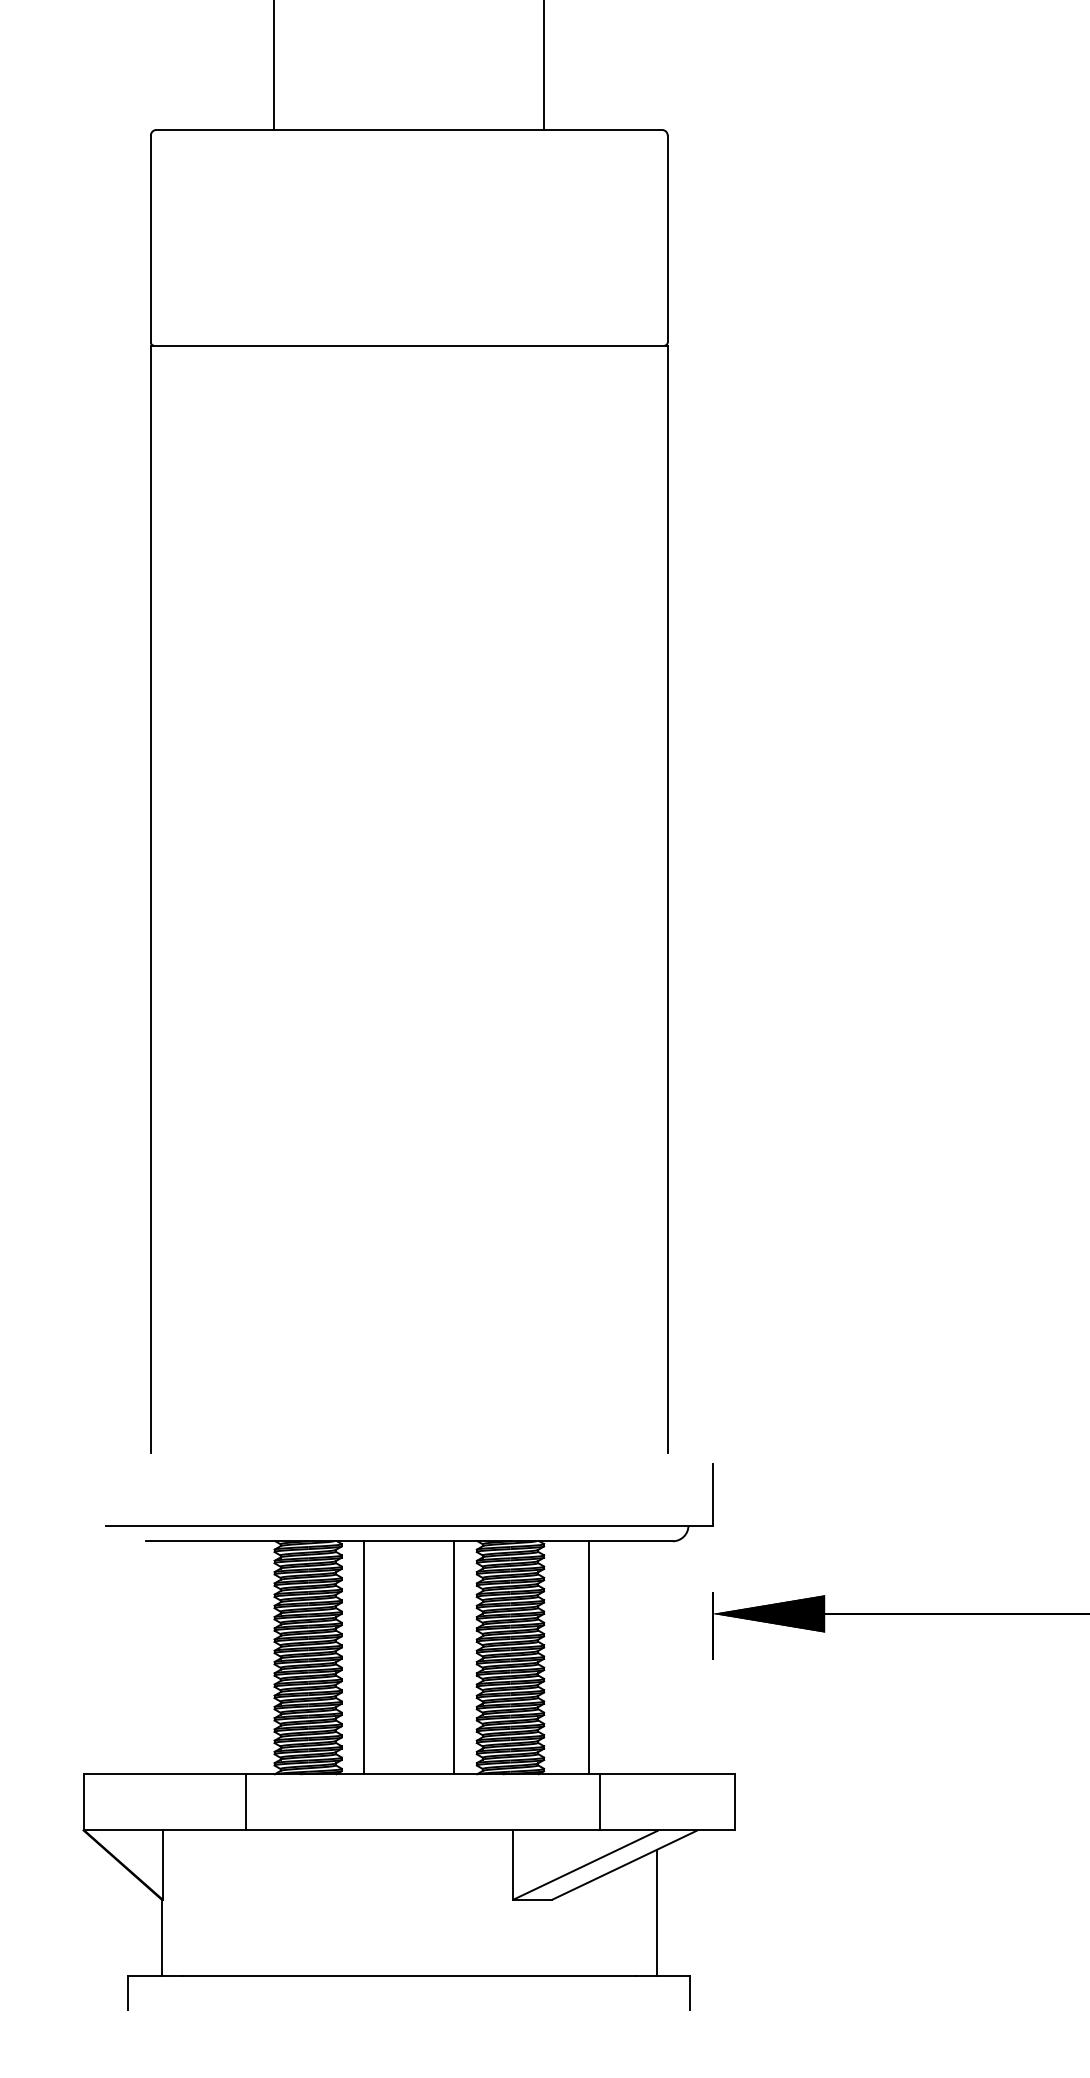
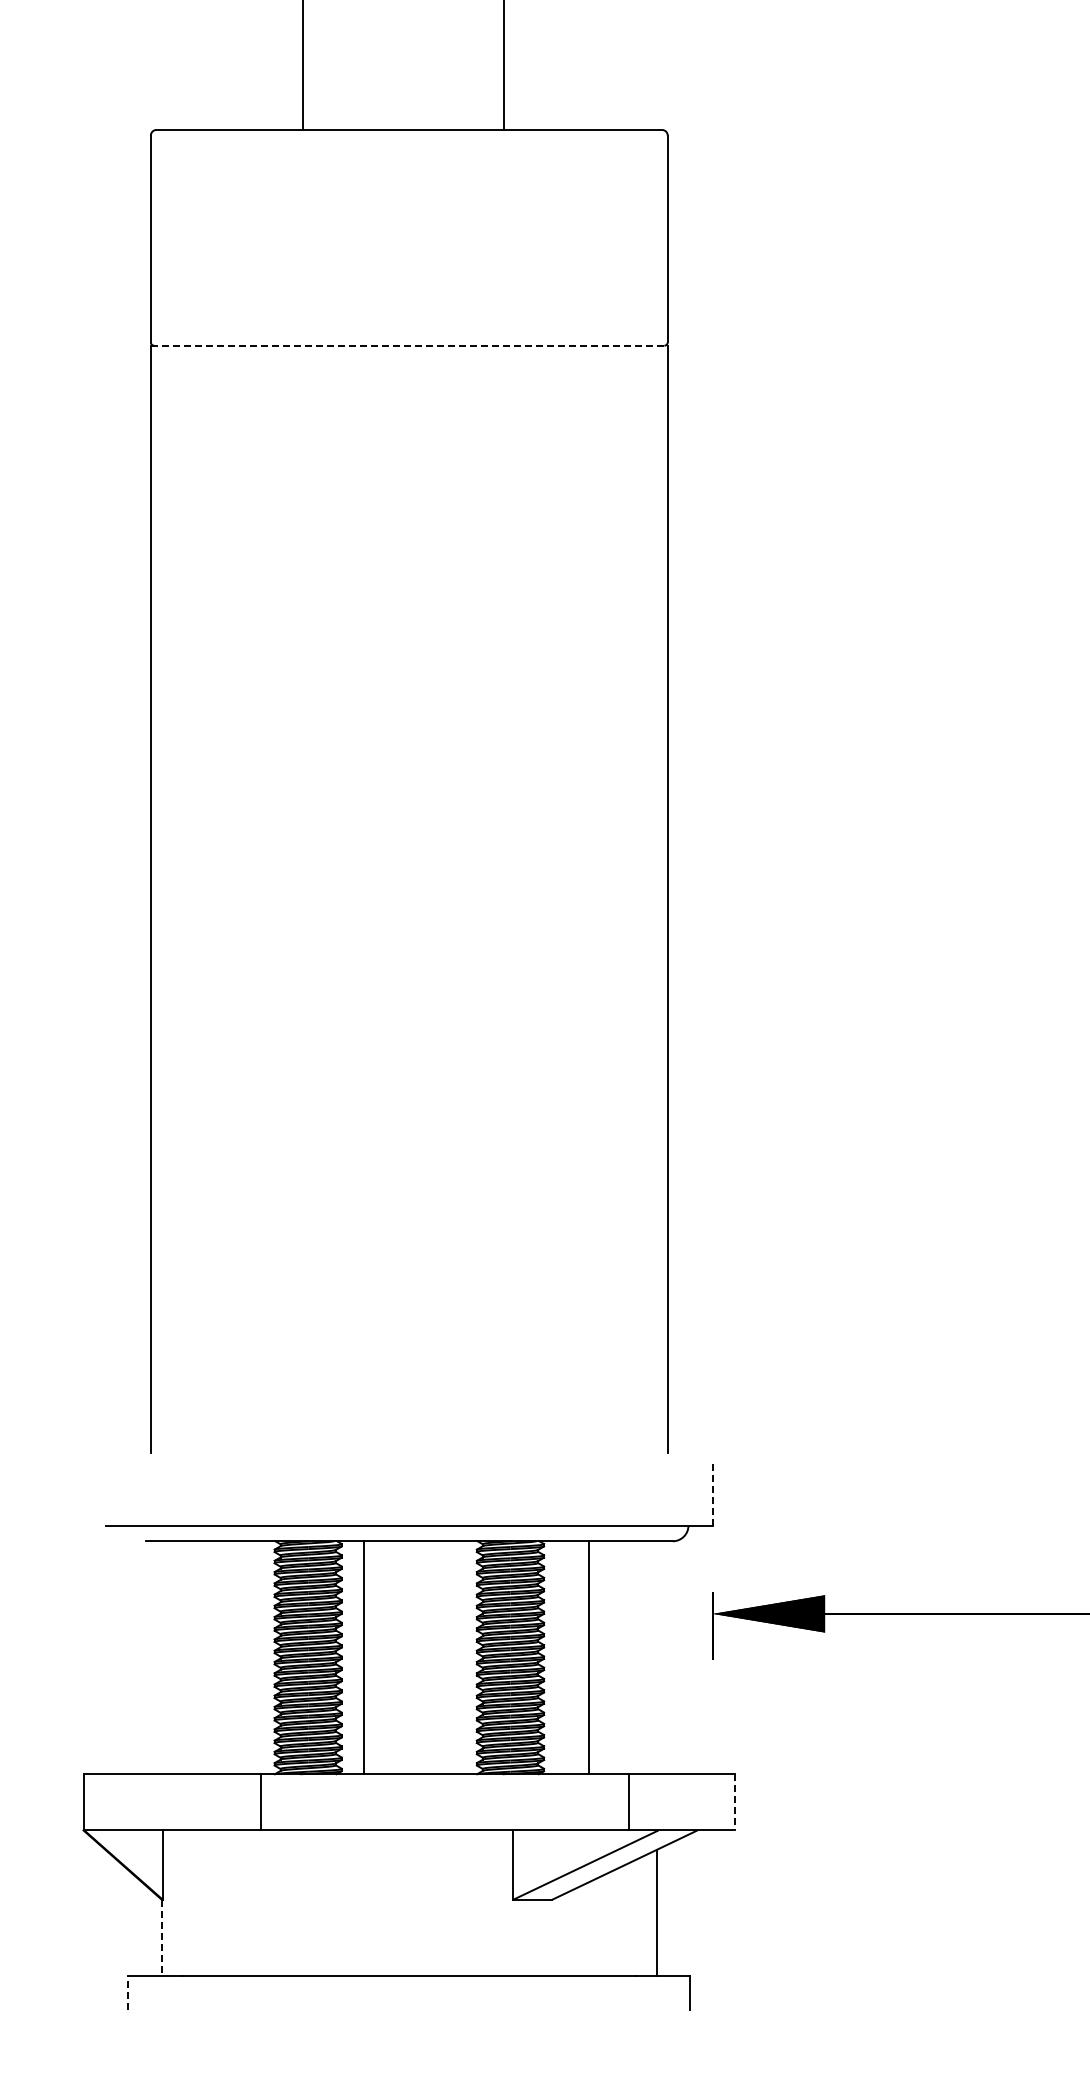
line at (274, 65) position: (274, 65) -> (303, 65)
line at (544, 65) position: (544, 65) -> (504, 65)
line at (409, 345): solid -> dashed
line at (712, 1494): solid -> dashed
line at (454, 1657): present -> none
line at (245, 1802) position: (245, 1802) -> (260, 1802)
line at (600, 1802) position: (600, 1802) -> (629, 1802)
line at (735, 1802): solid -> dashed
line at (162, 1938): solid -> dashed
line at (128, 1993): solid -> dashed
